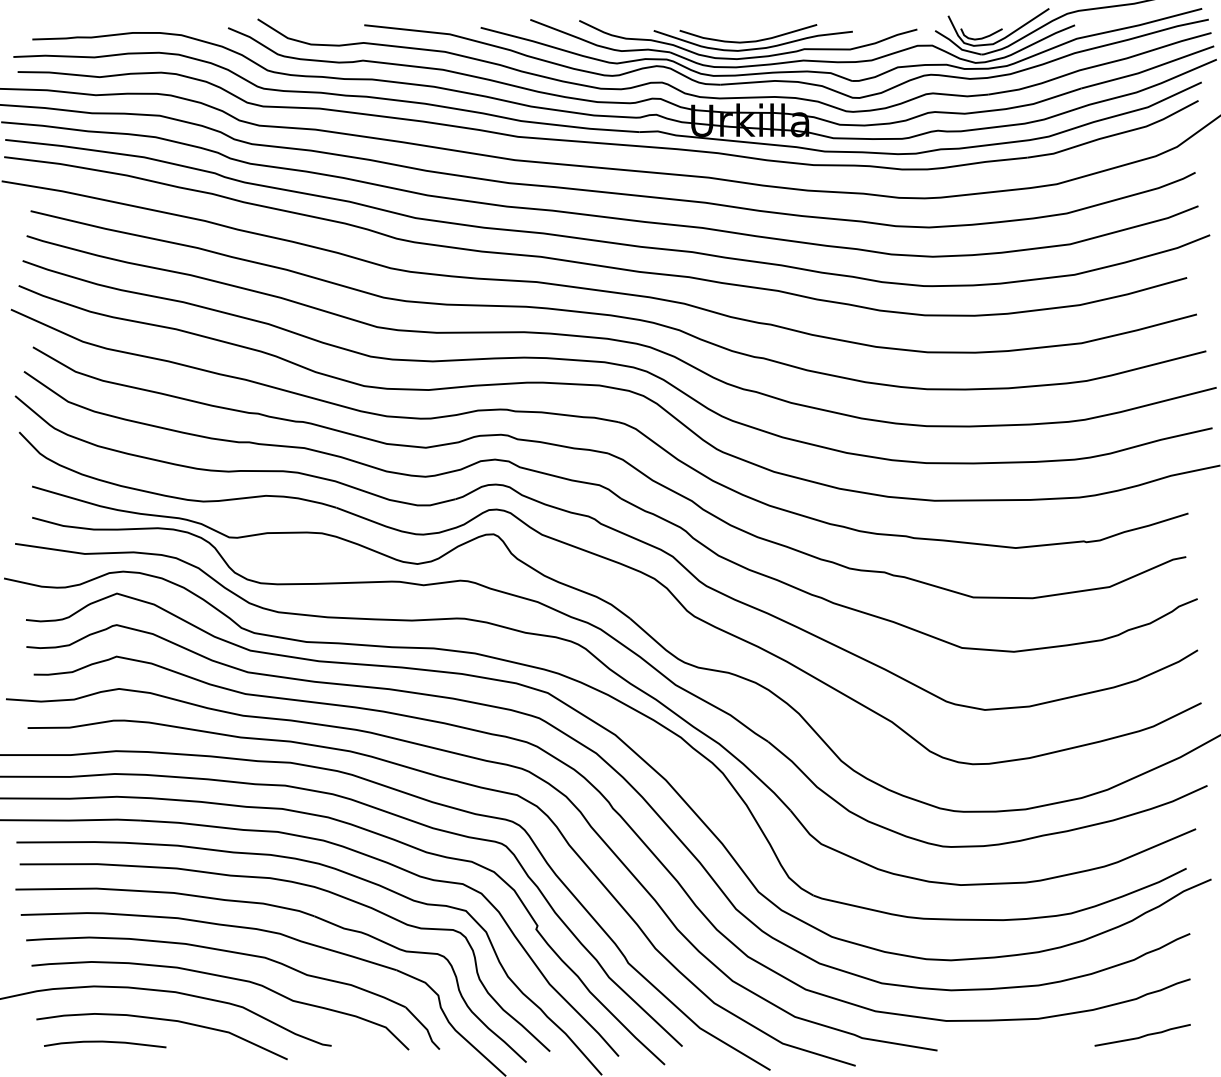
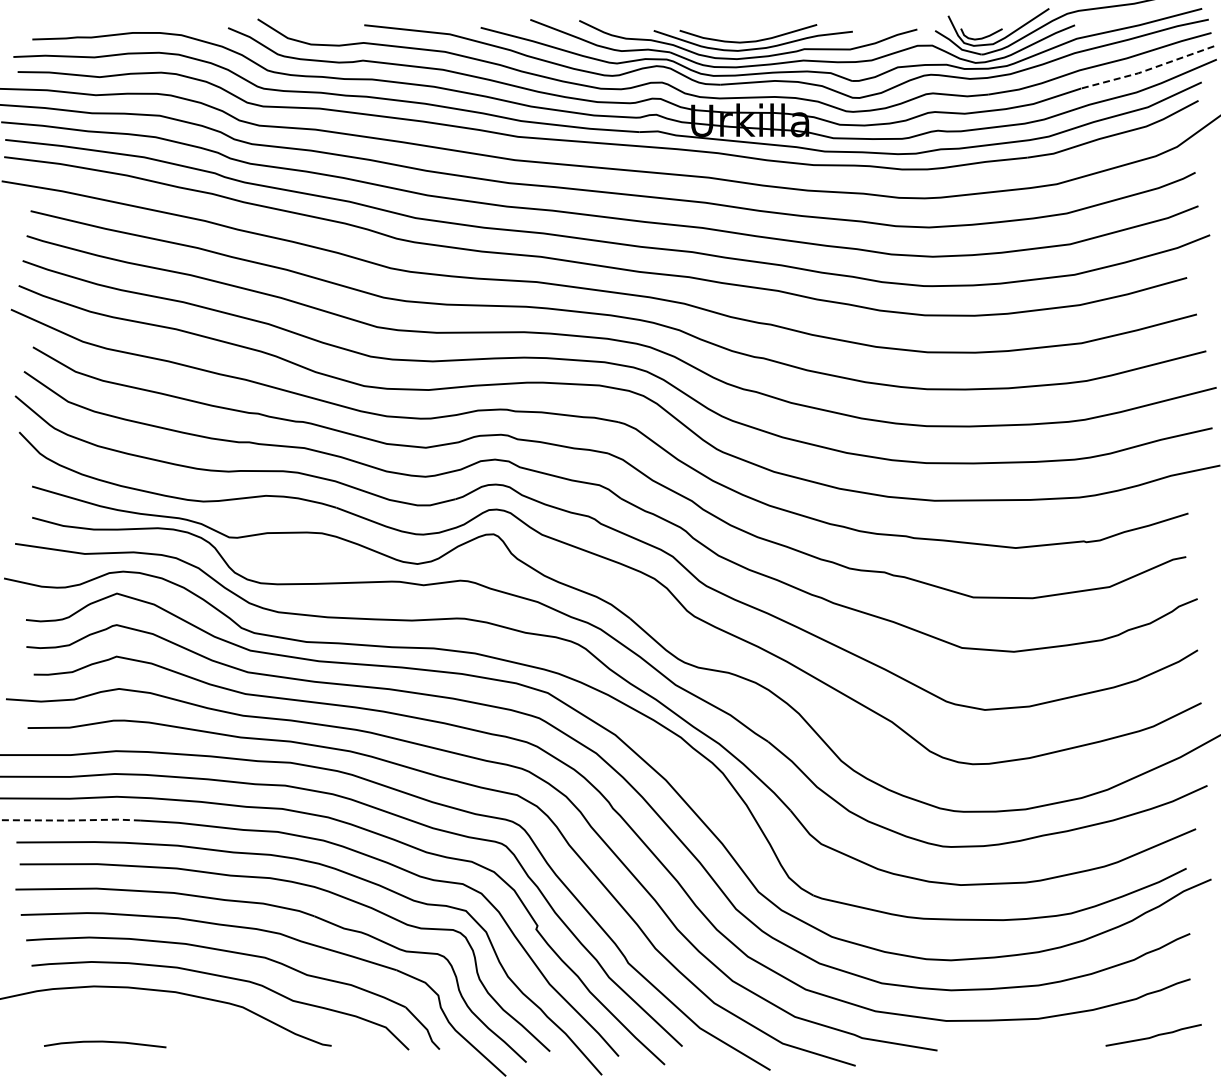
line at (1147, 70): solid -> dashed
line at (70, 820): solid -> dashed
curve at (161, 1020): present -> none
curve at (1142, 1035) position: (1142, 1035) -> (1153, 1035)
